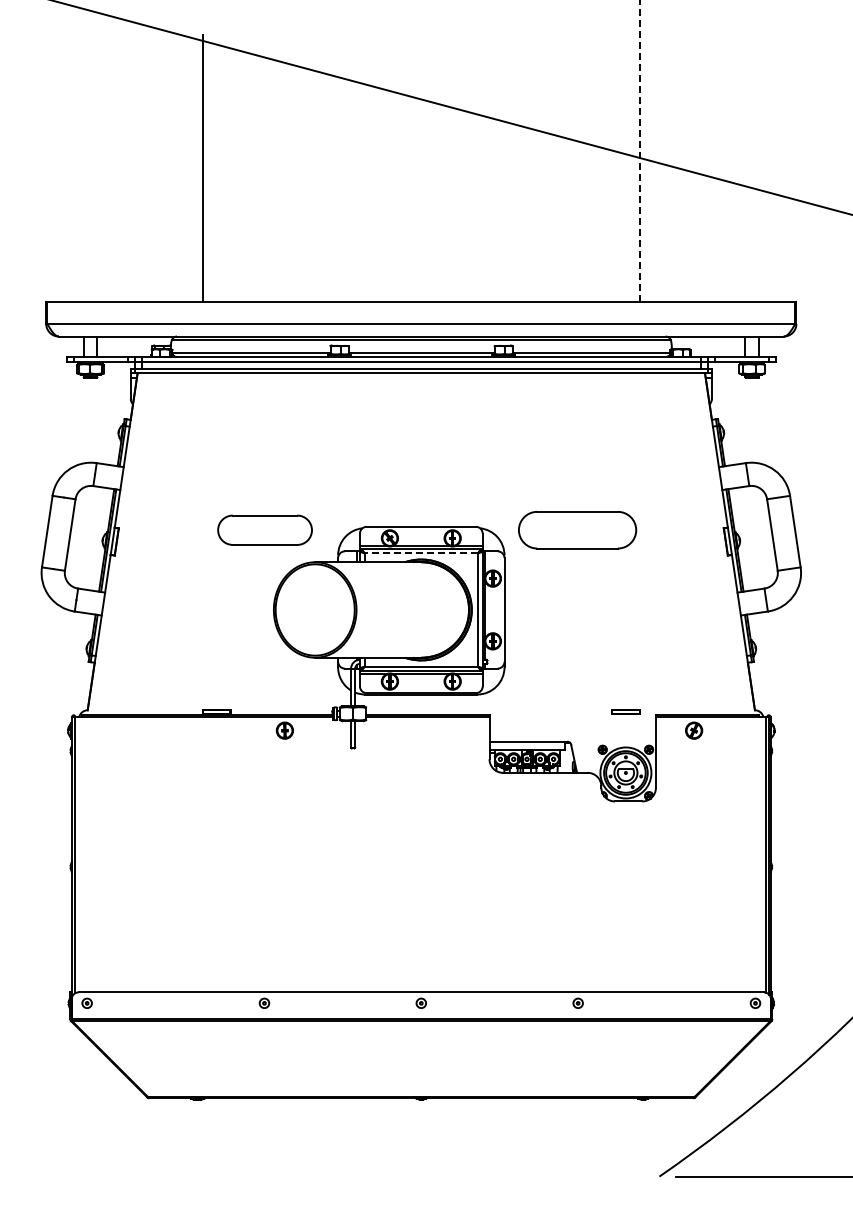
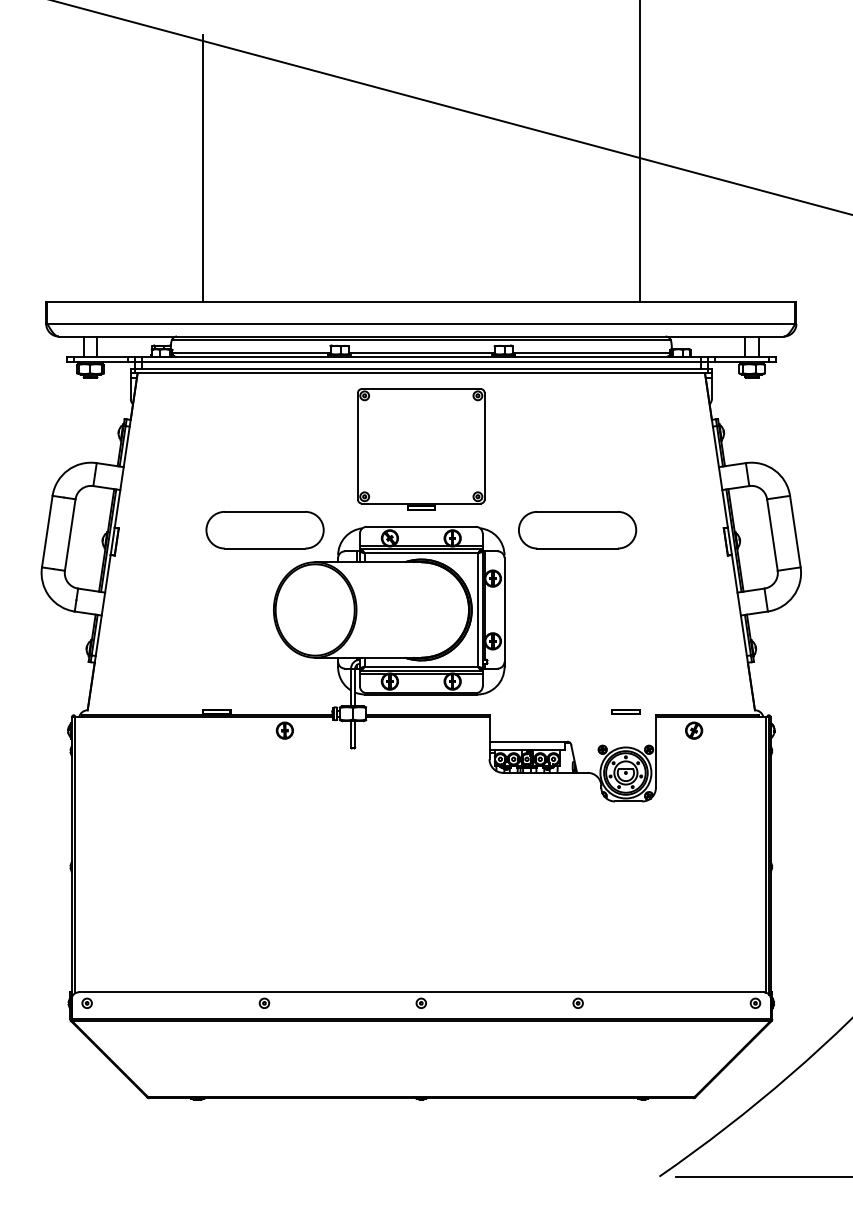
line at (639, 151): dashed -> solid
part at (421, 449): none -> present
part at (264, 529) size: 96x32 px -> 120x39 px
line at (421, 553): dashed -> solid
